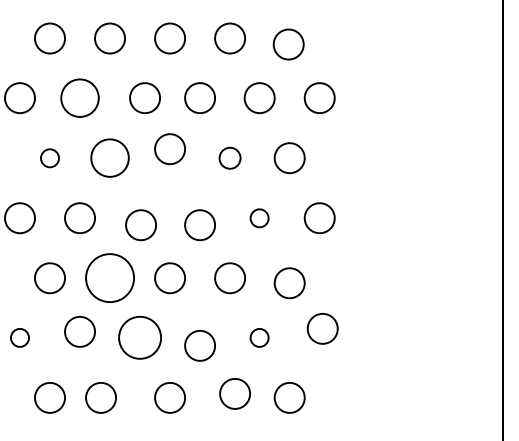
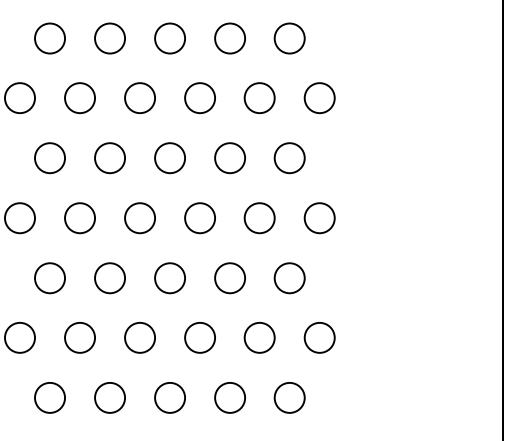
part at (288, 44) position: (288, 44) -> (289, 38)
part at (79, 97) size: 40x40 px -> 32x32 px
part at (144, 97) position: (144, 97) -> (139, 97)
part at (169, 149) position: (169, 149) -> (169, 158)
part at (109, 157) size: 40x40 px -> 32x33 px
part at (229, 157) size: 24x24 px -> 32x33 px
part at (49, 158) size: 20x21 px -> 32x33 px
part at (259, 218) size: 21x21 px -> 33x33 px
part at (140, 225) position: (140, 225) -> (139, 218)
part at (199, 225) position: (199, 225) -> (199, 218)
part at (109, 277) size: 50x50 px -> 32x33 px
part at (289, 283) position: (289, 283) -> (289, 278)
part at (322, 328) position: (322, 328) -> (319, 337)
part at (79, 331) position: (79, 331) -> (79, 337)
part at (19, 337) size: 20x20 px -> 32x32 px
part at (139, 337) size: 44x45 px -> 32x32 px
part at (259, 337) size: 21x20 px -> 33x32 px
part at (199, 345) position: (199, 345) -> (199, 337)
part at (234, 393) position: (234, 393) -> (229, 397)
part at (100, 397) position: (100, 397) -> (109, 397)
